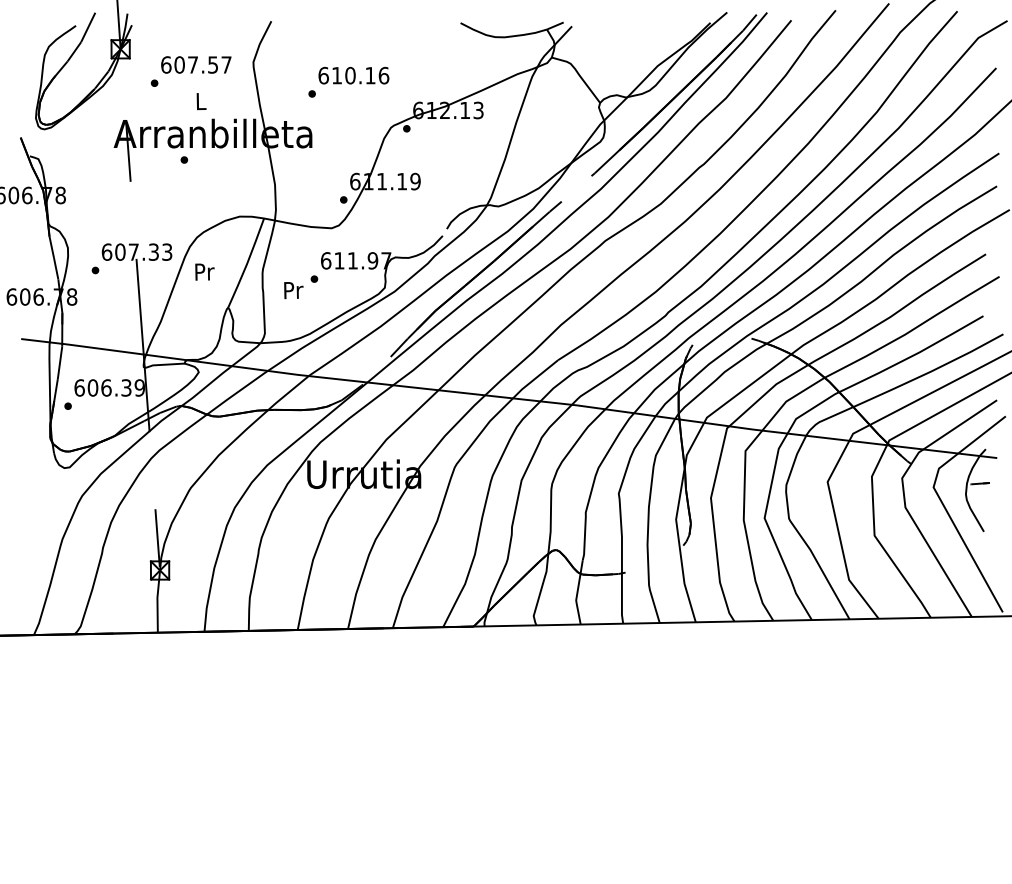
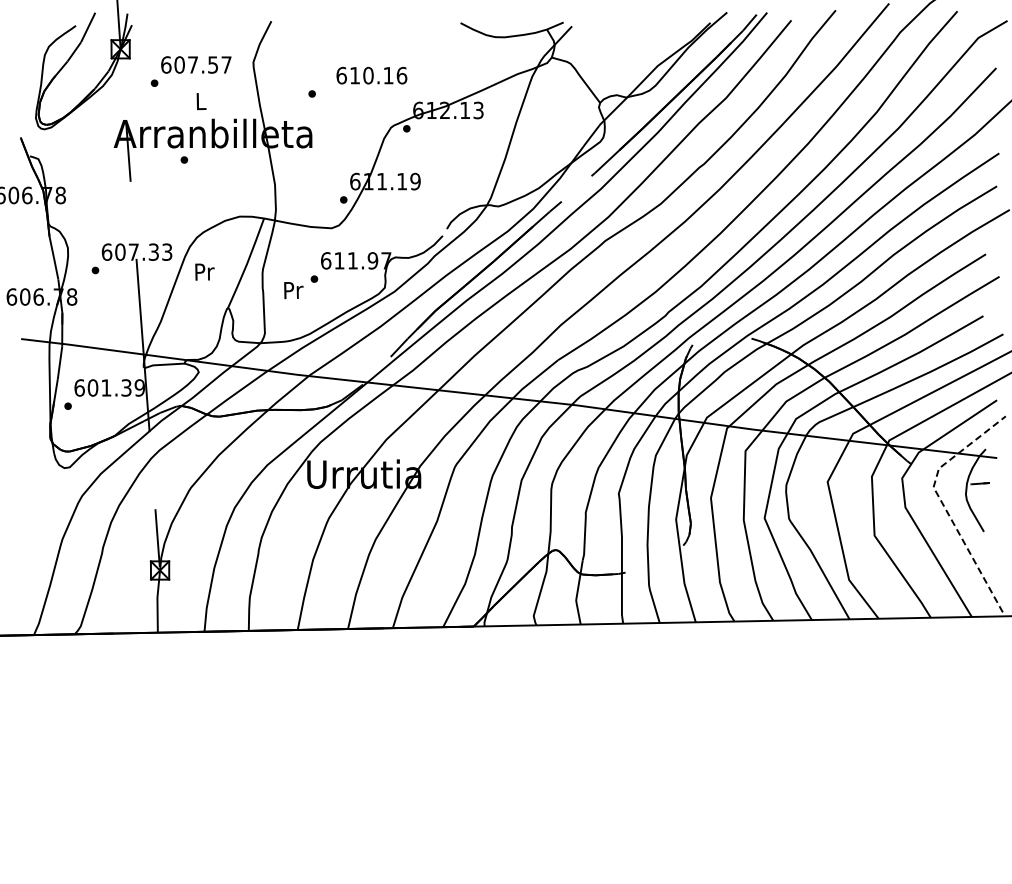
text at (353, 75) position: (353, 75) -> (371, 75)
text at (106, 387): 606.39 -> 601.39
line at (942, 503): solid -> dashed
